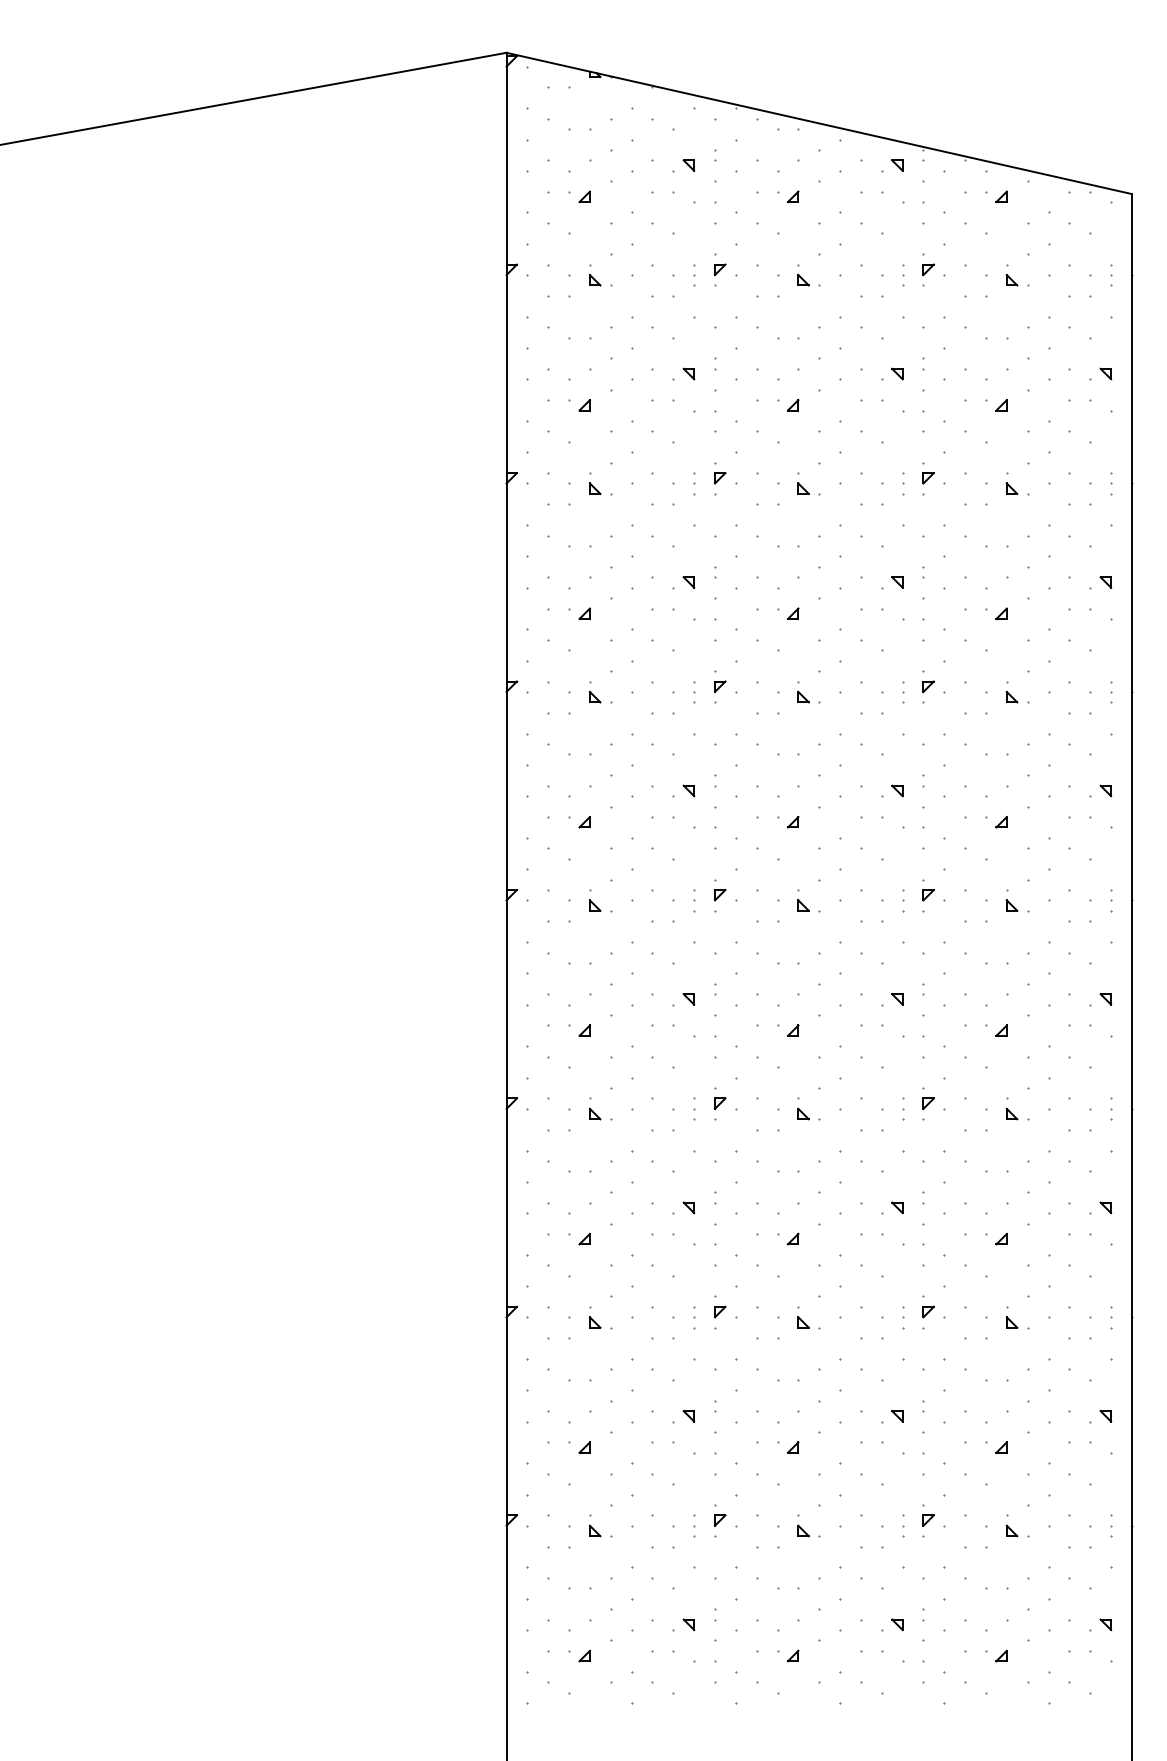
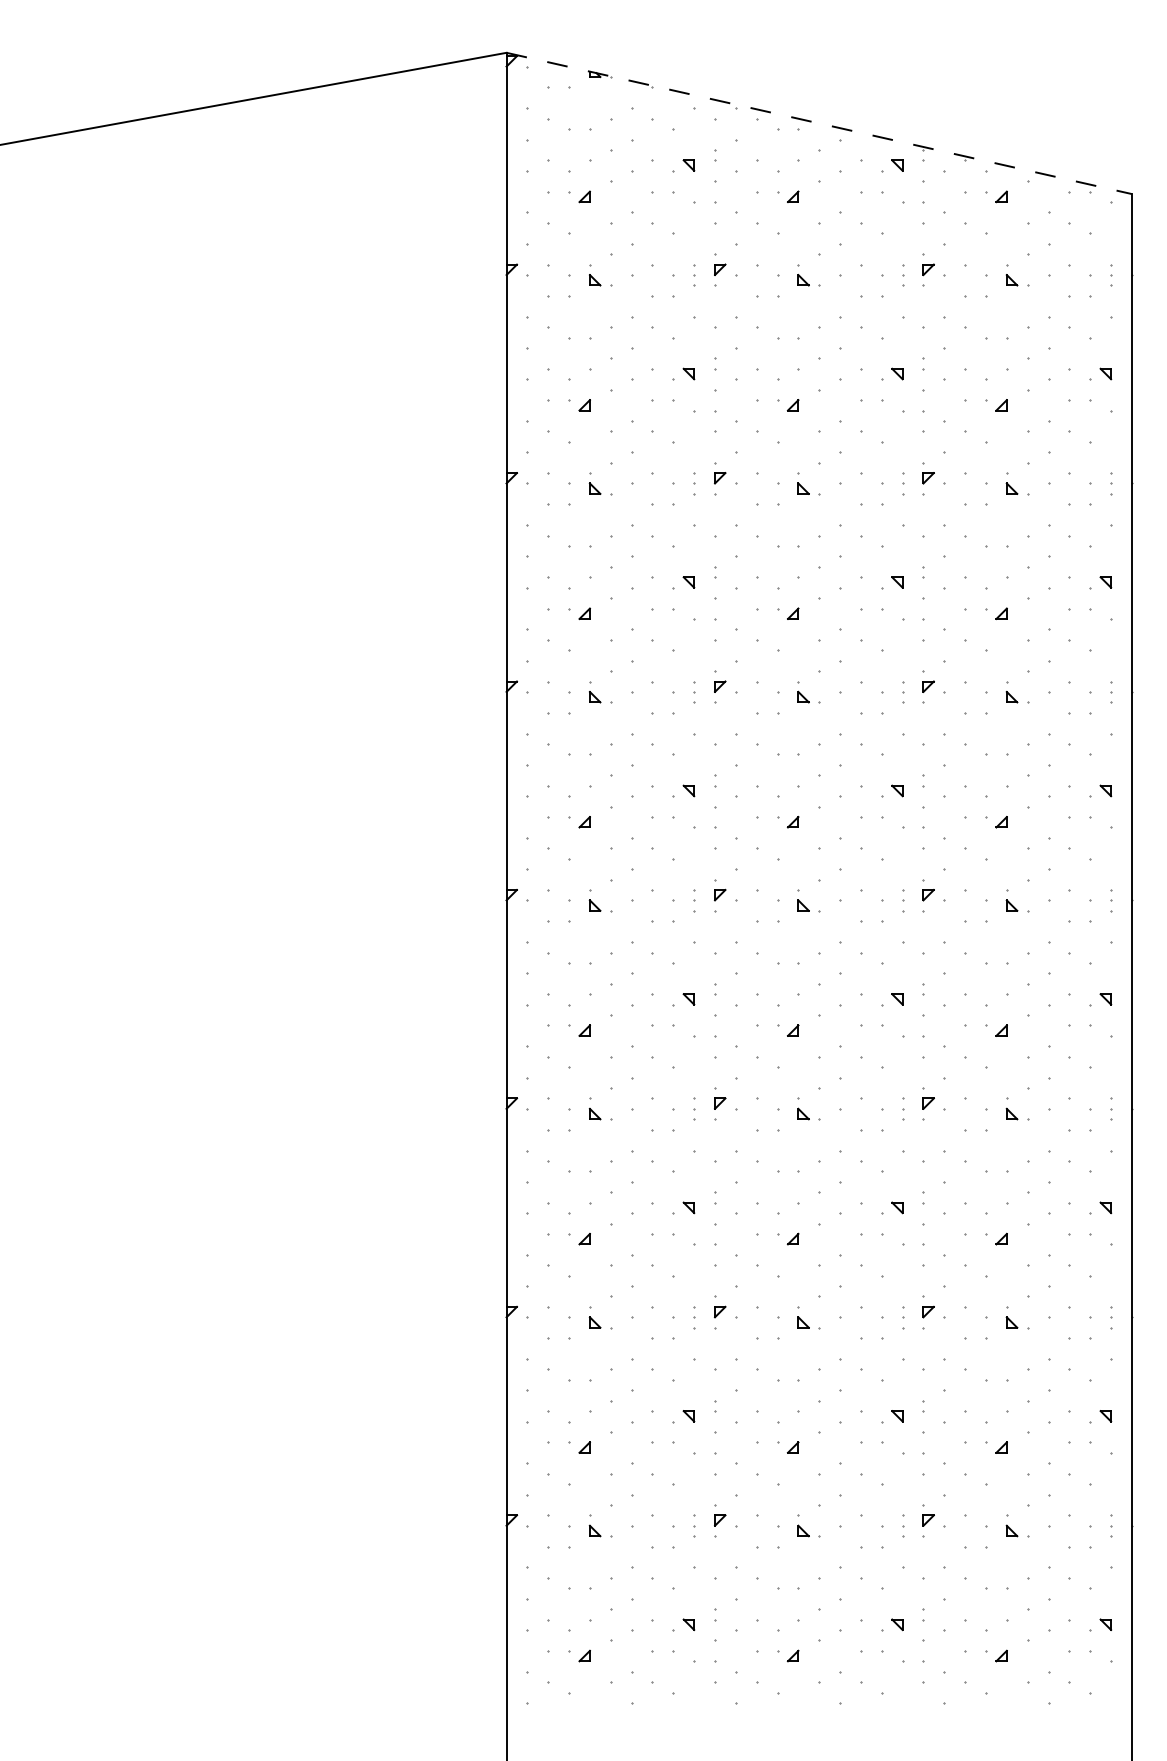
line at (819, 123): solid -> dashed
